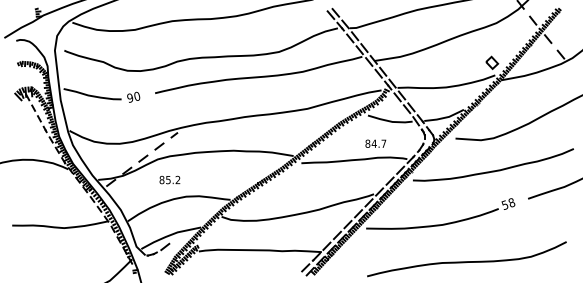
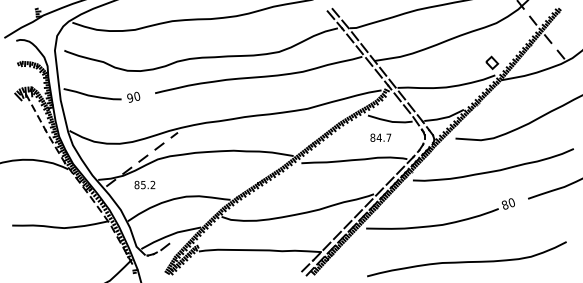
text at (375, 143) position: (375, 143) -> (380, 137)
text at (169, 179) position: (169, 179) -> (144, 184)
text at (508, 203): 58 -> 80
